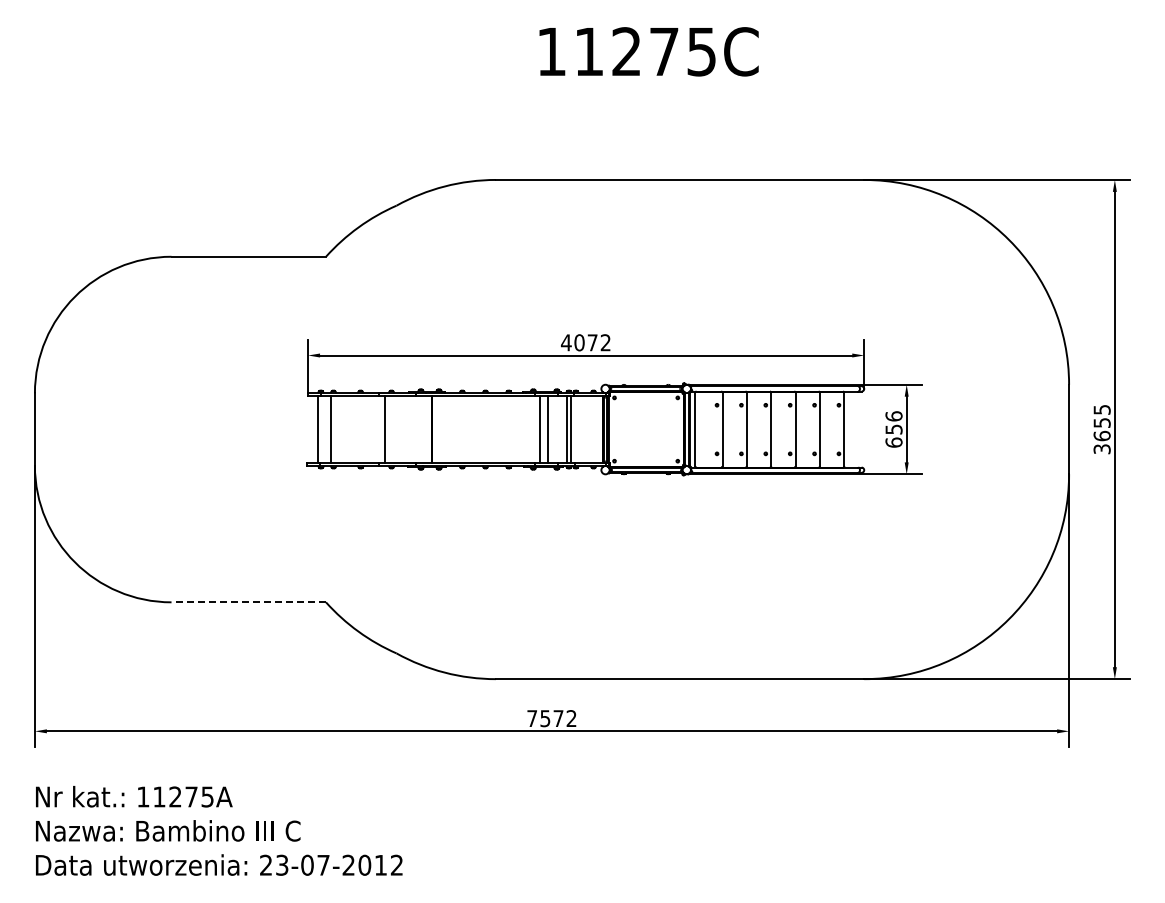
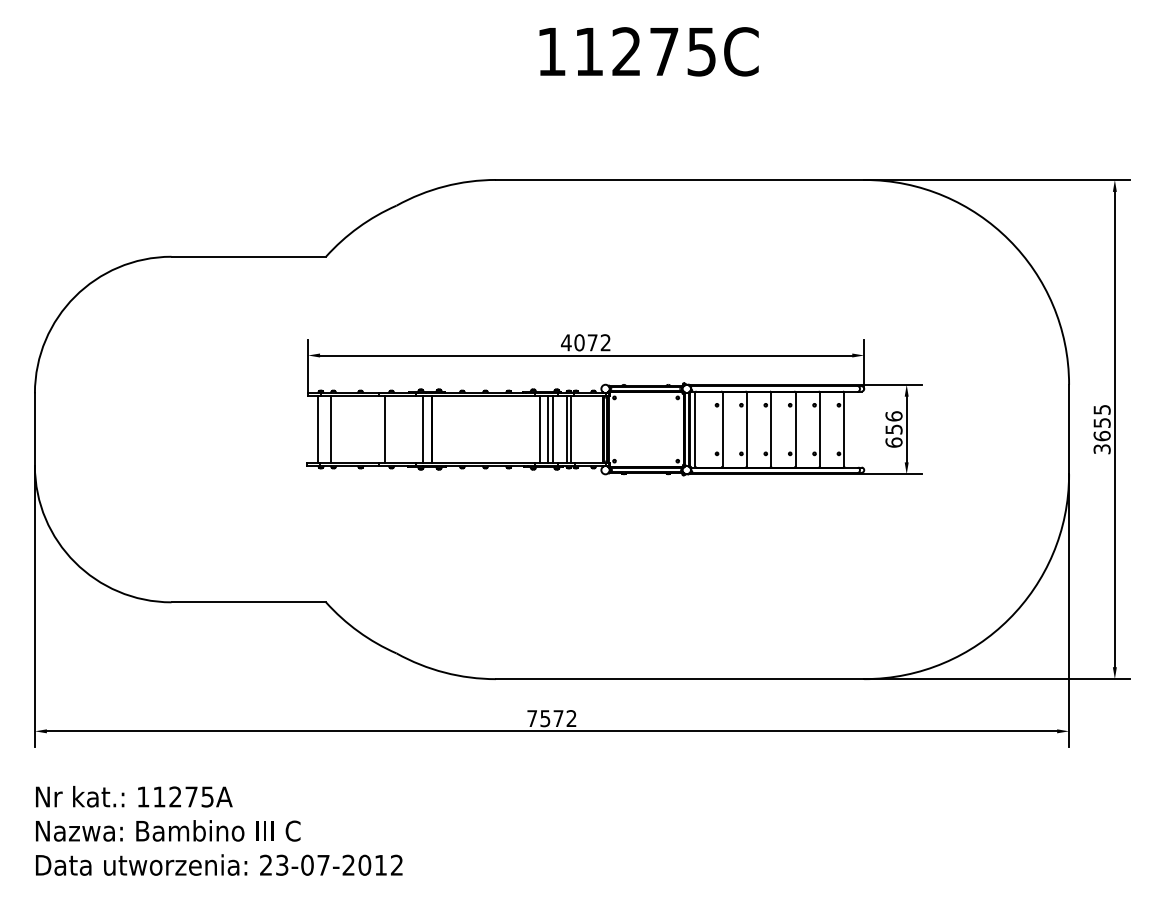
line at (423, 429): none -> present
line at (552, 429): none -> present
line at (248, 602): dashed -> solid
